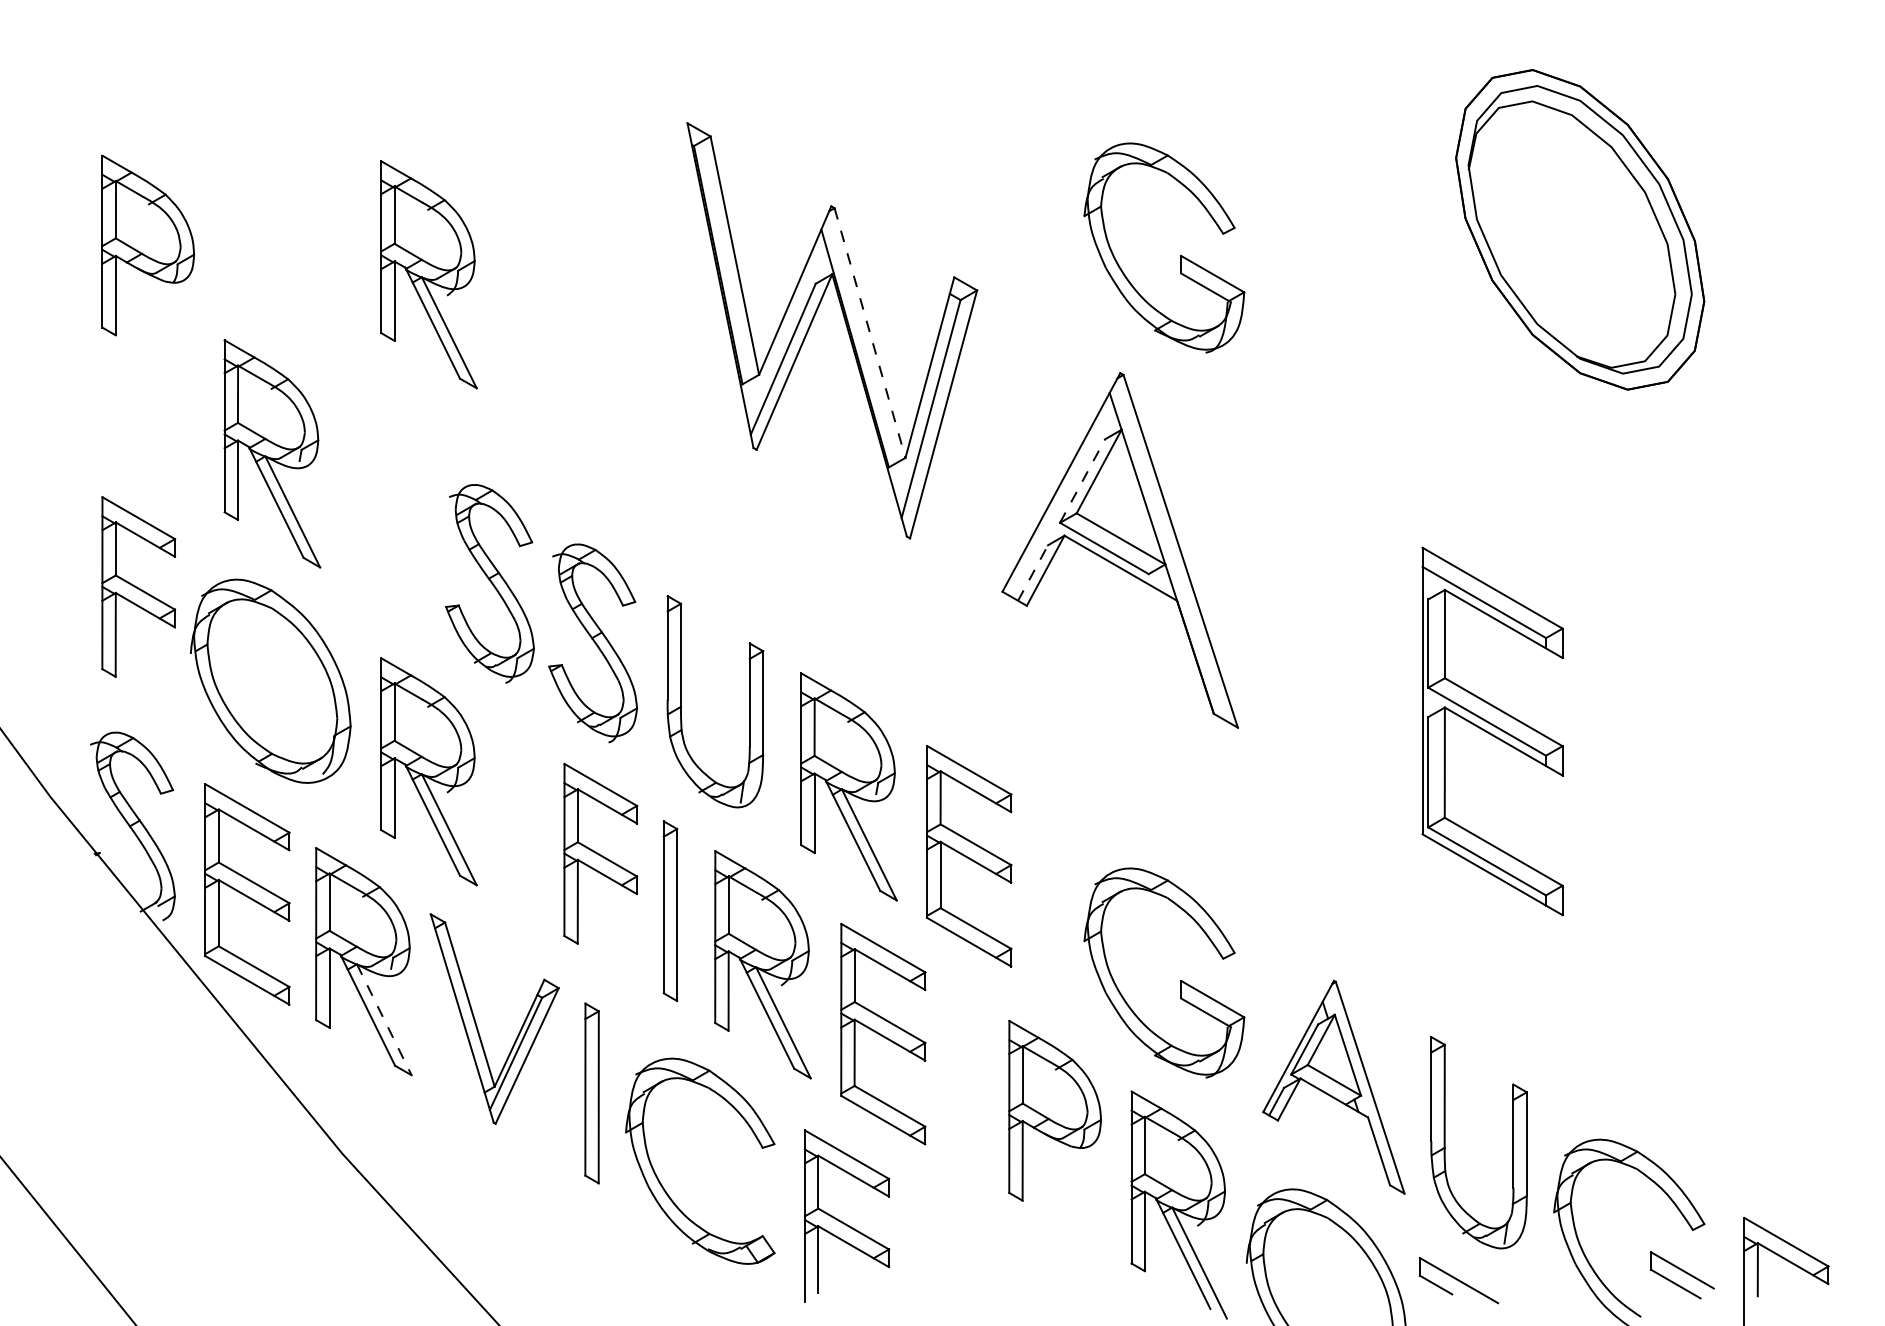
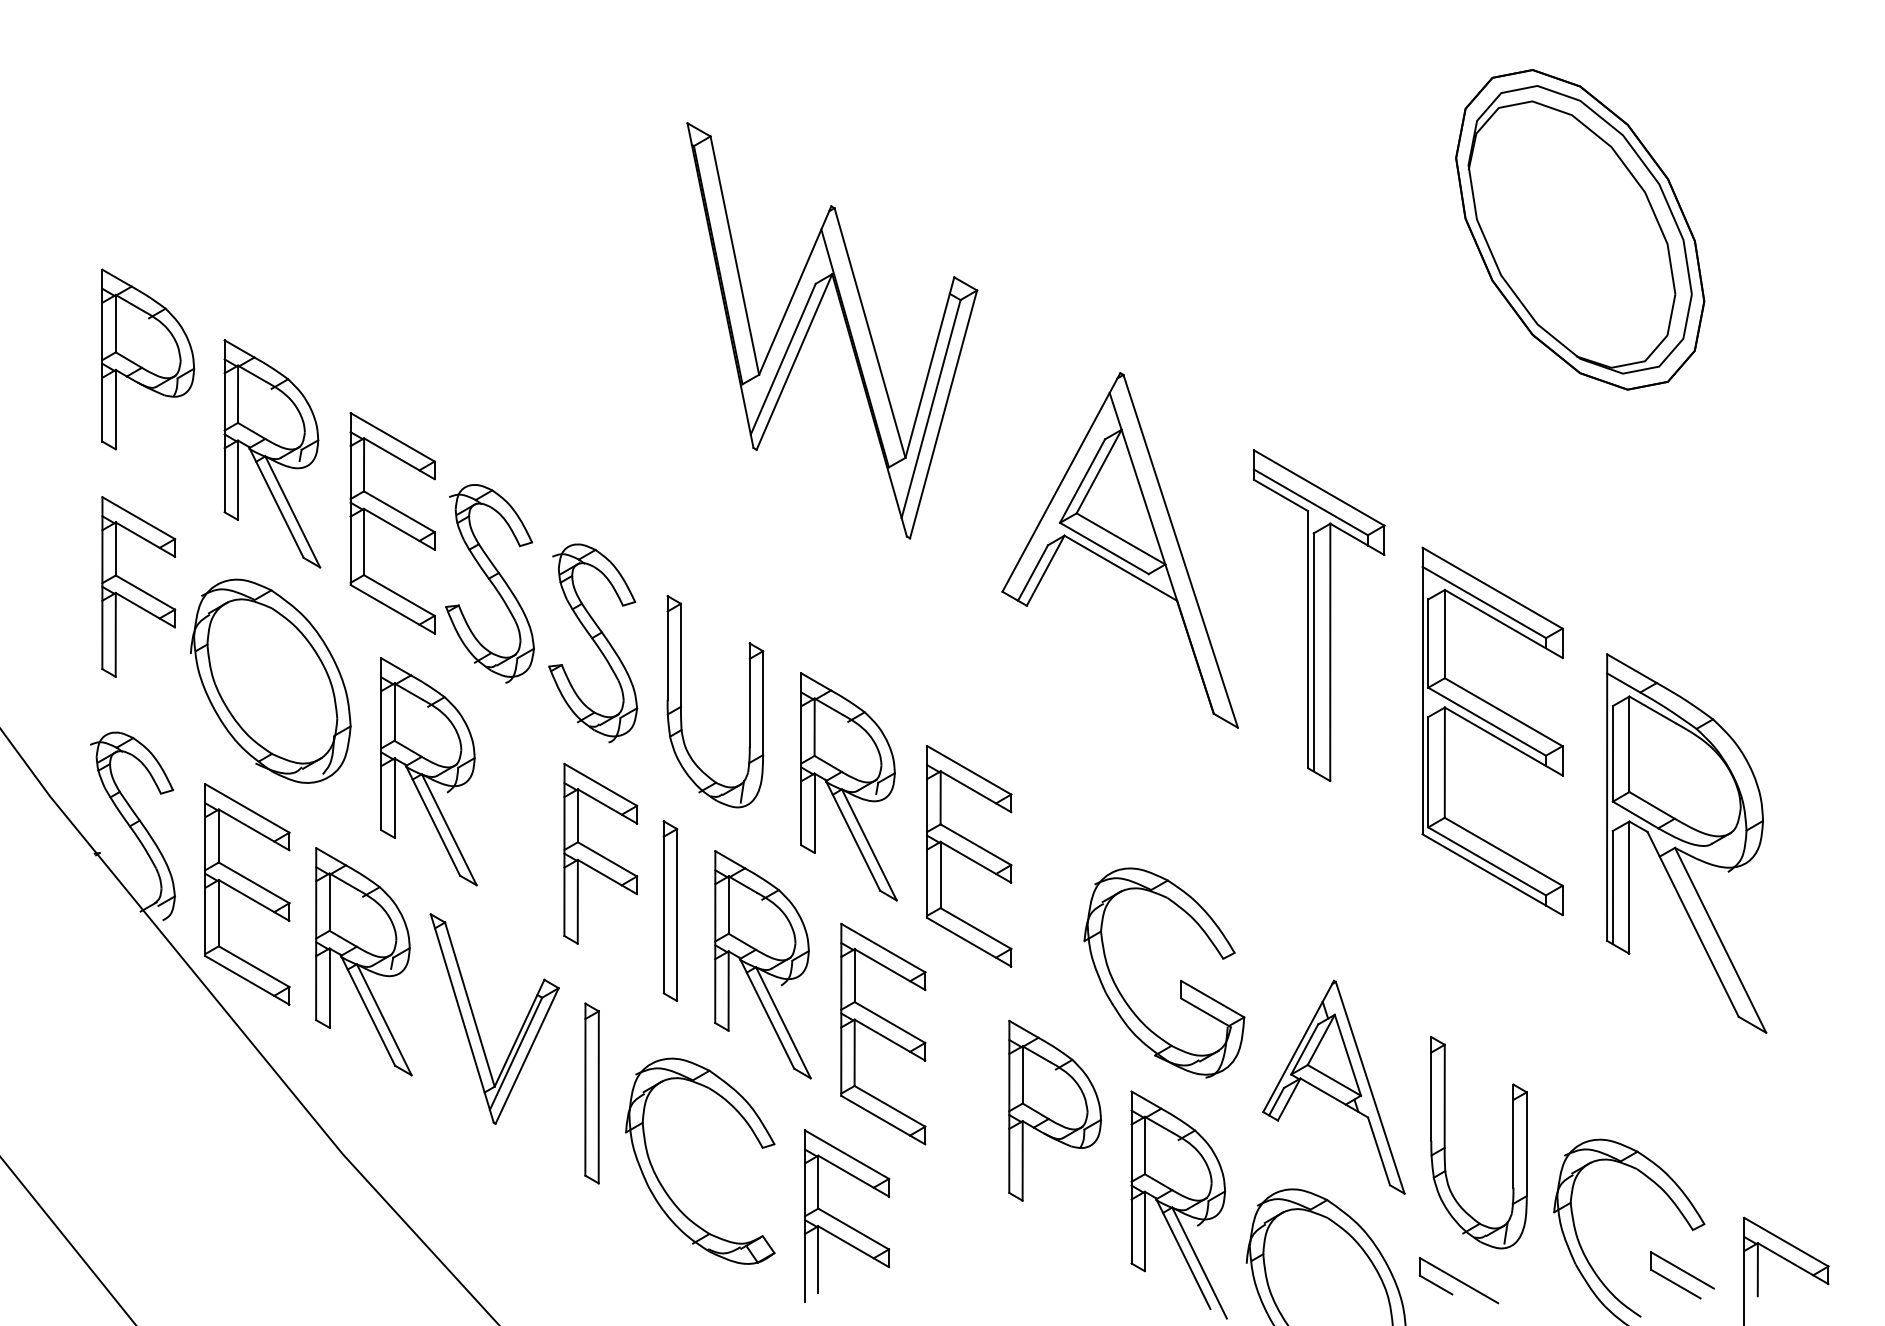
part at (148, 245) position: (148, 245) -> (148, 359)
part at (1180, 255): present -> none
part at (428, 274): present -> none
line at (870, 333): dashed -> solid
line at (1082, 480): dashed -> solid
part at (392, 523): none -> present
line at (1033, 573): dashed -> solid
part at (1318, 615): none -> present
part at (1686, 843): none -> present
line at (384, 1019): dashed -> solid
